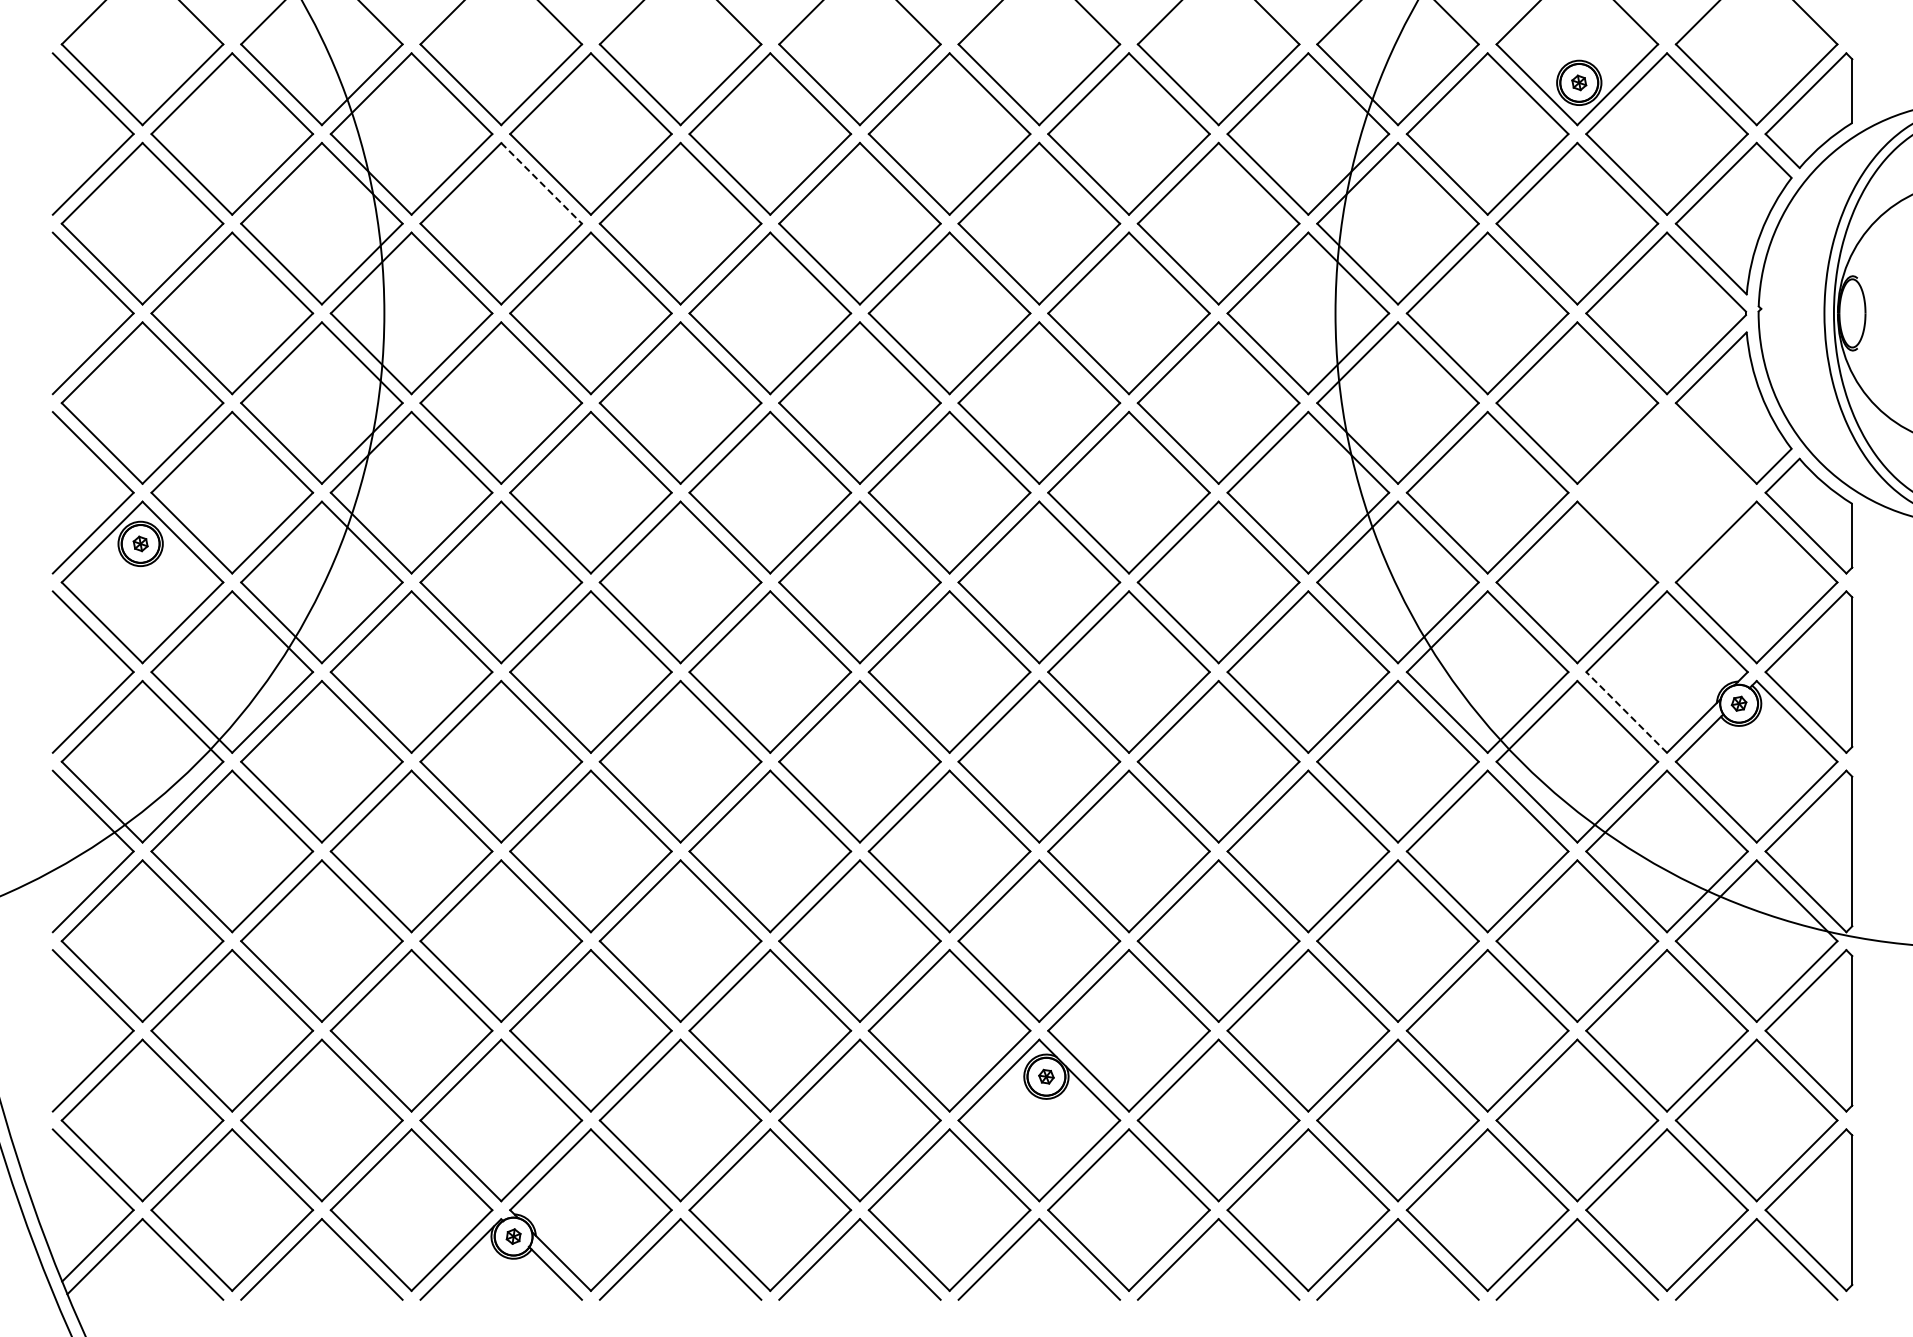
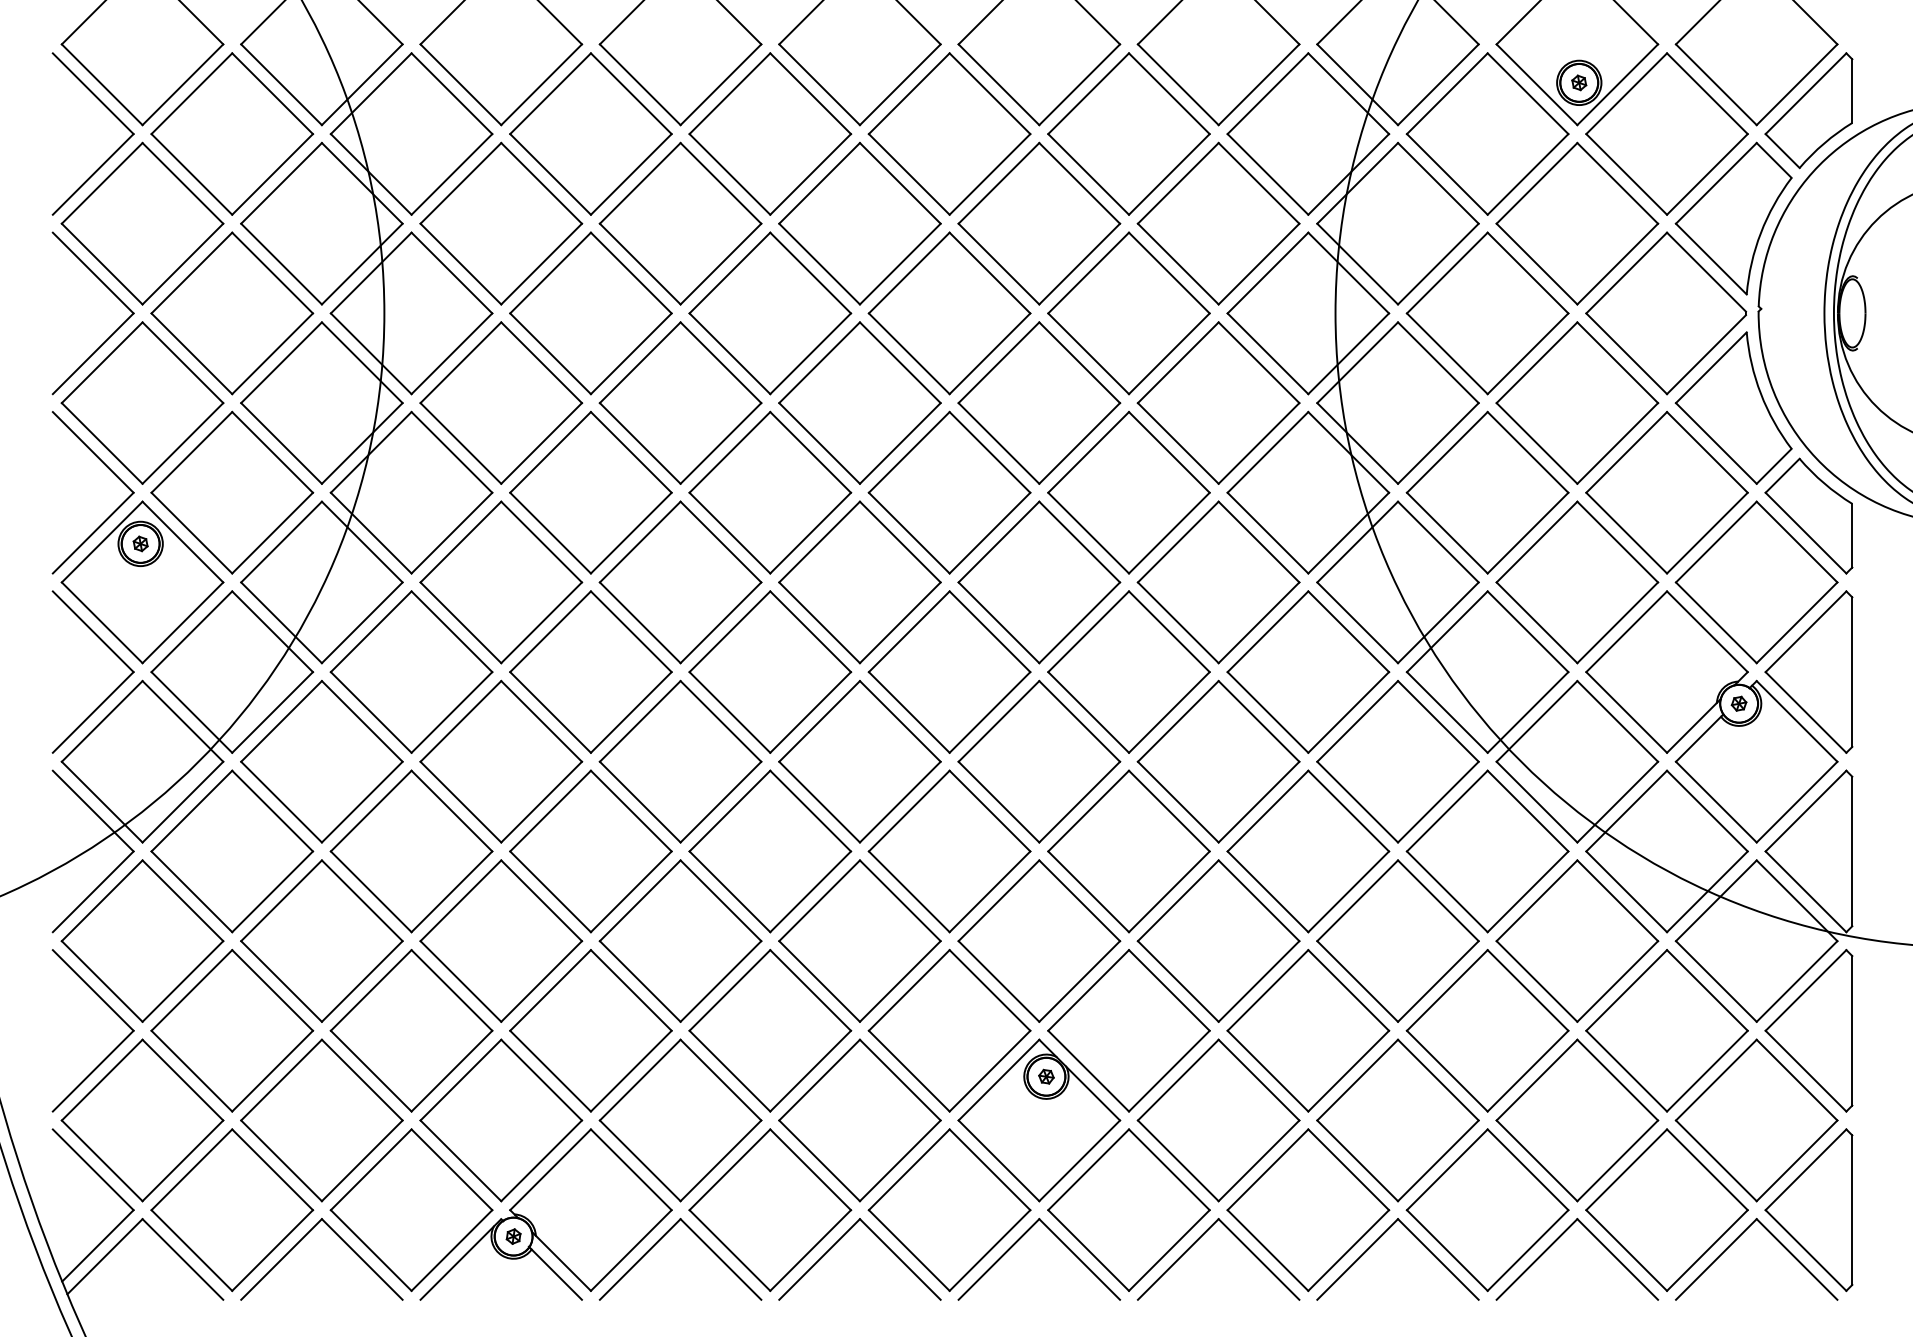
line at (541, 183): dashed -> solid
part at (1666, 492): none -> present
line at (1626, 712): dashed -> solid
